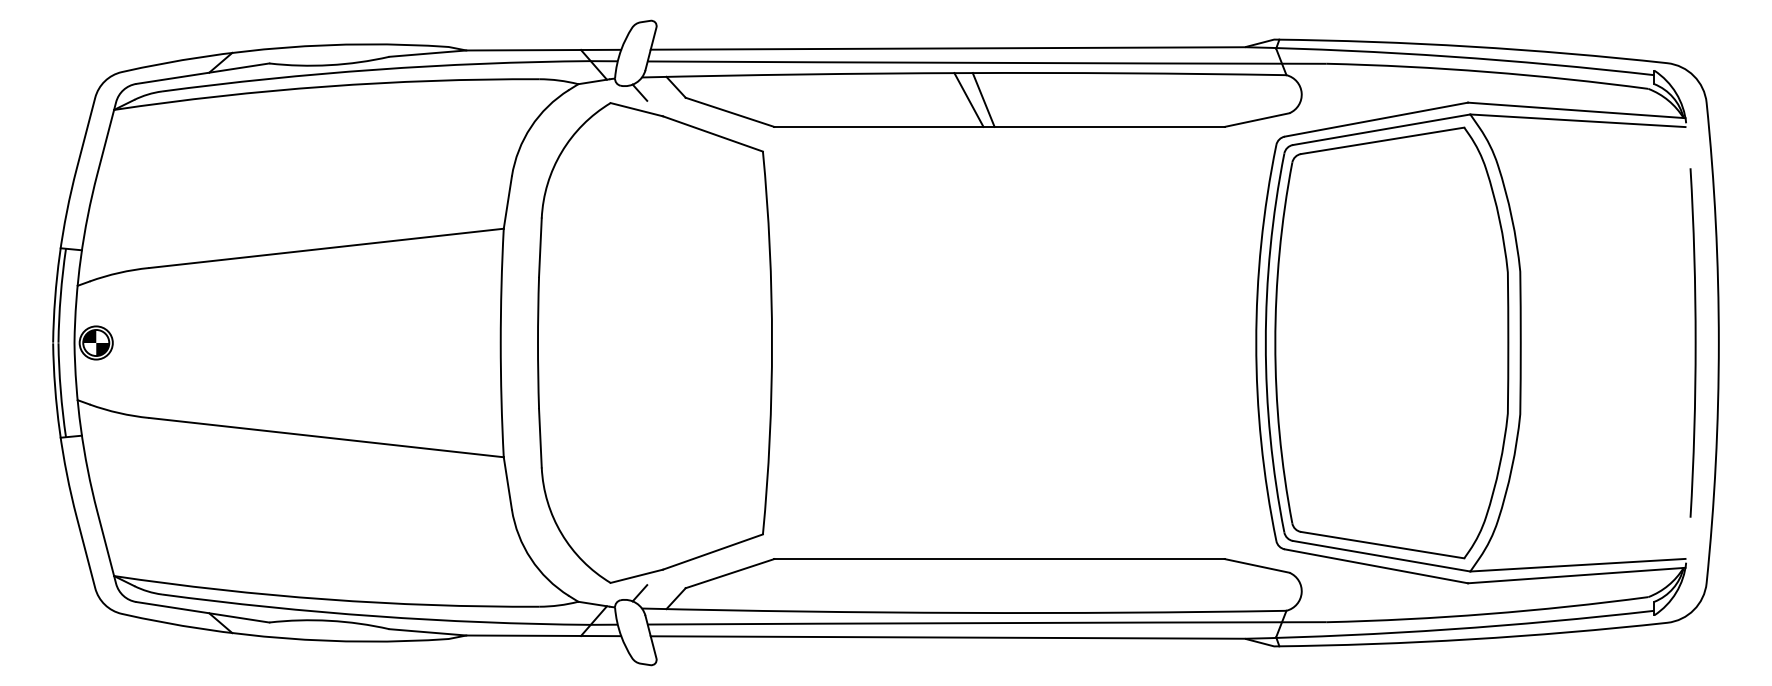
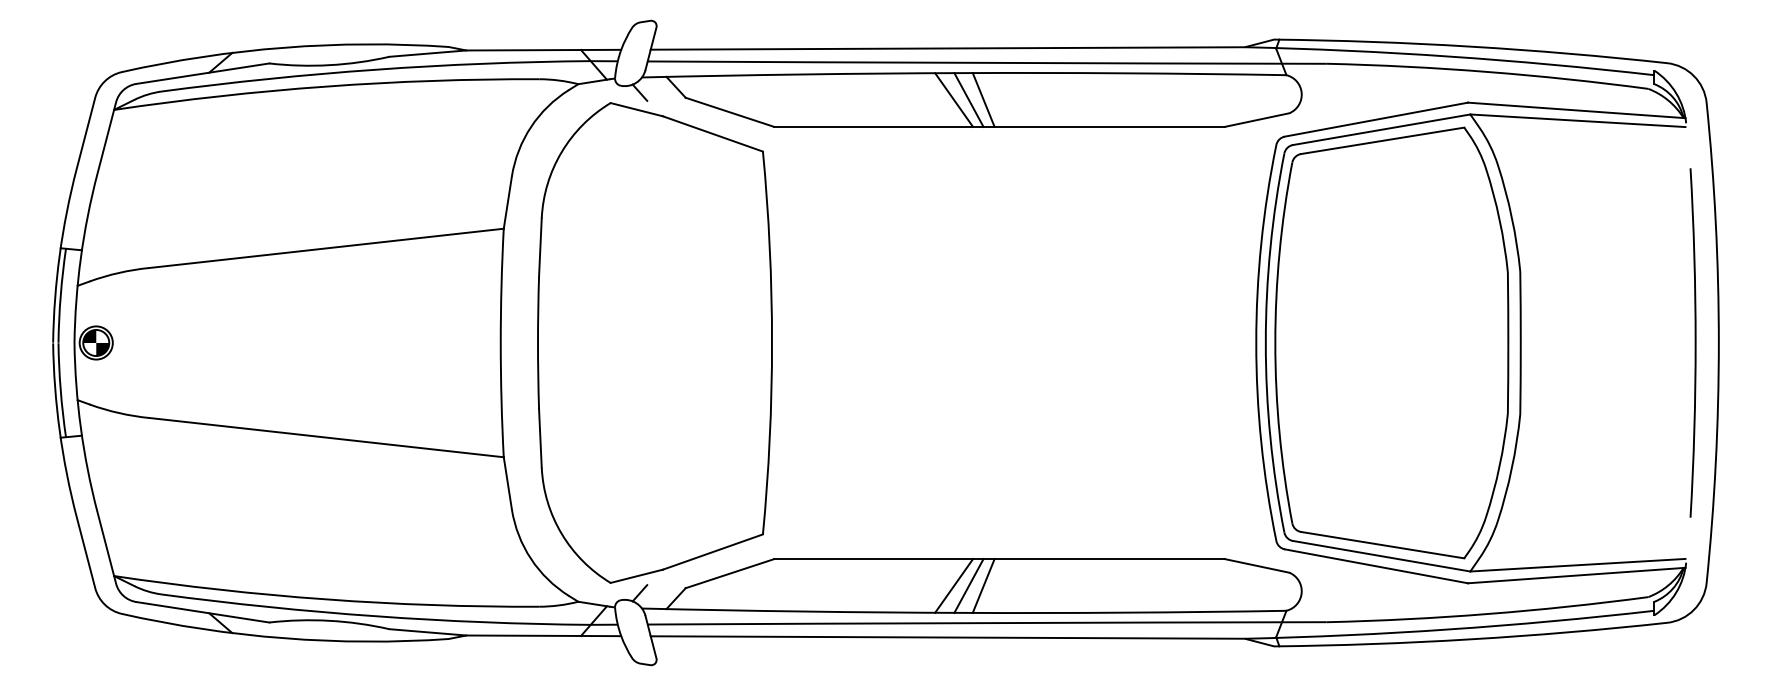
line at (954, 99): none -> present
line at (954, 585): none -> present
line at (968, 585): none -> present
line at (983, 585): none -> present
